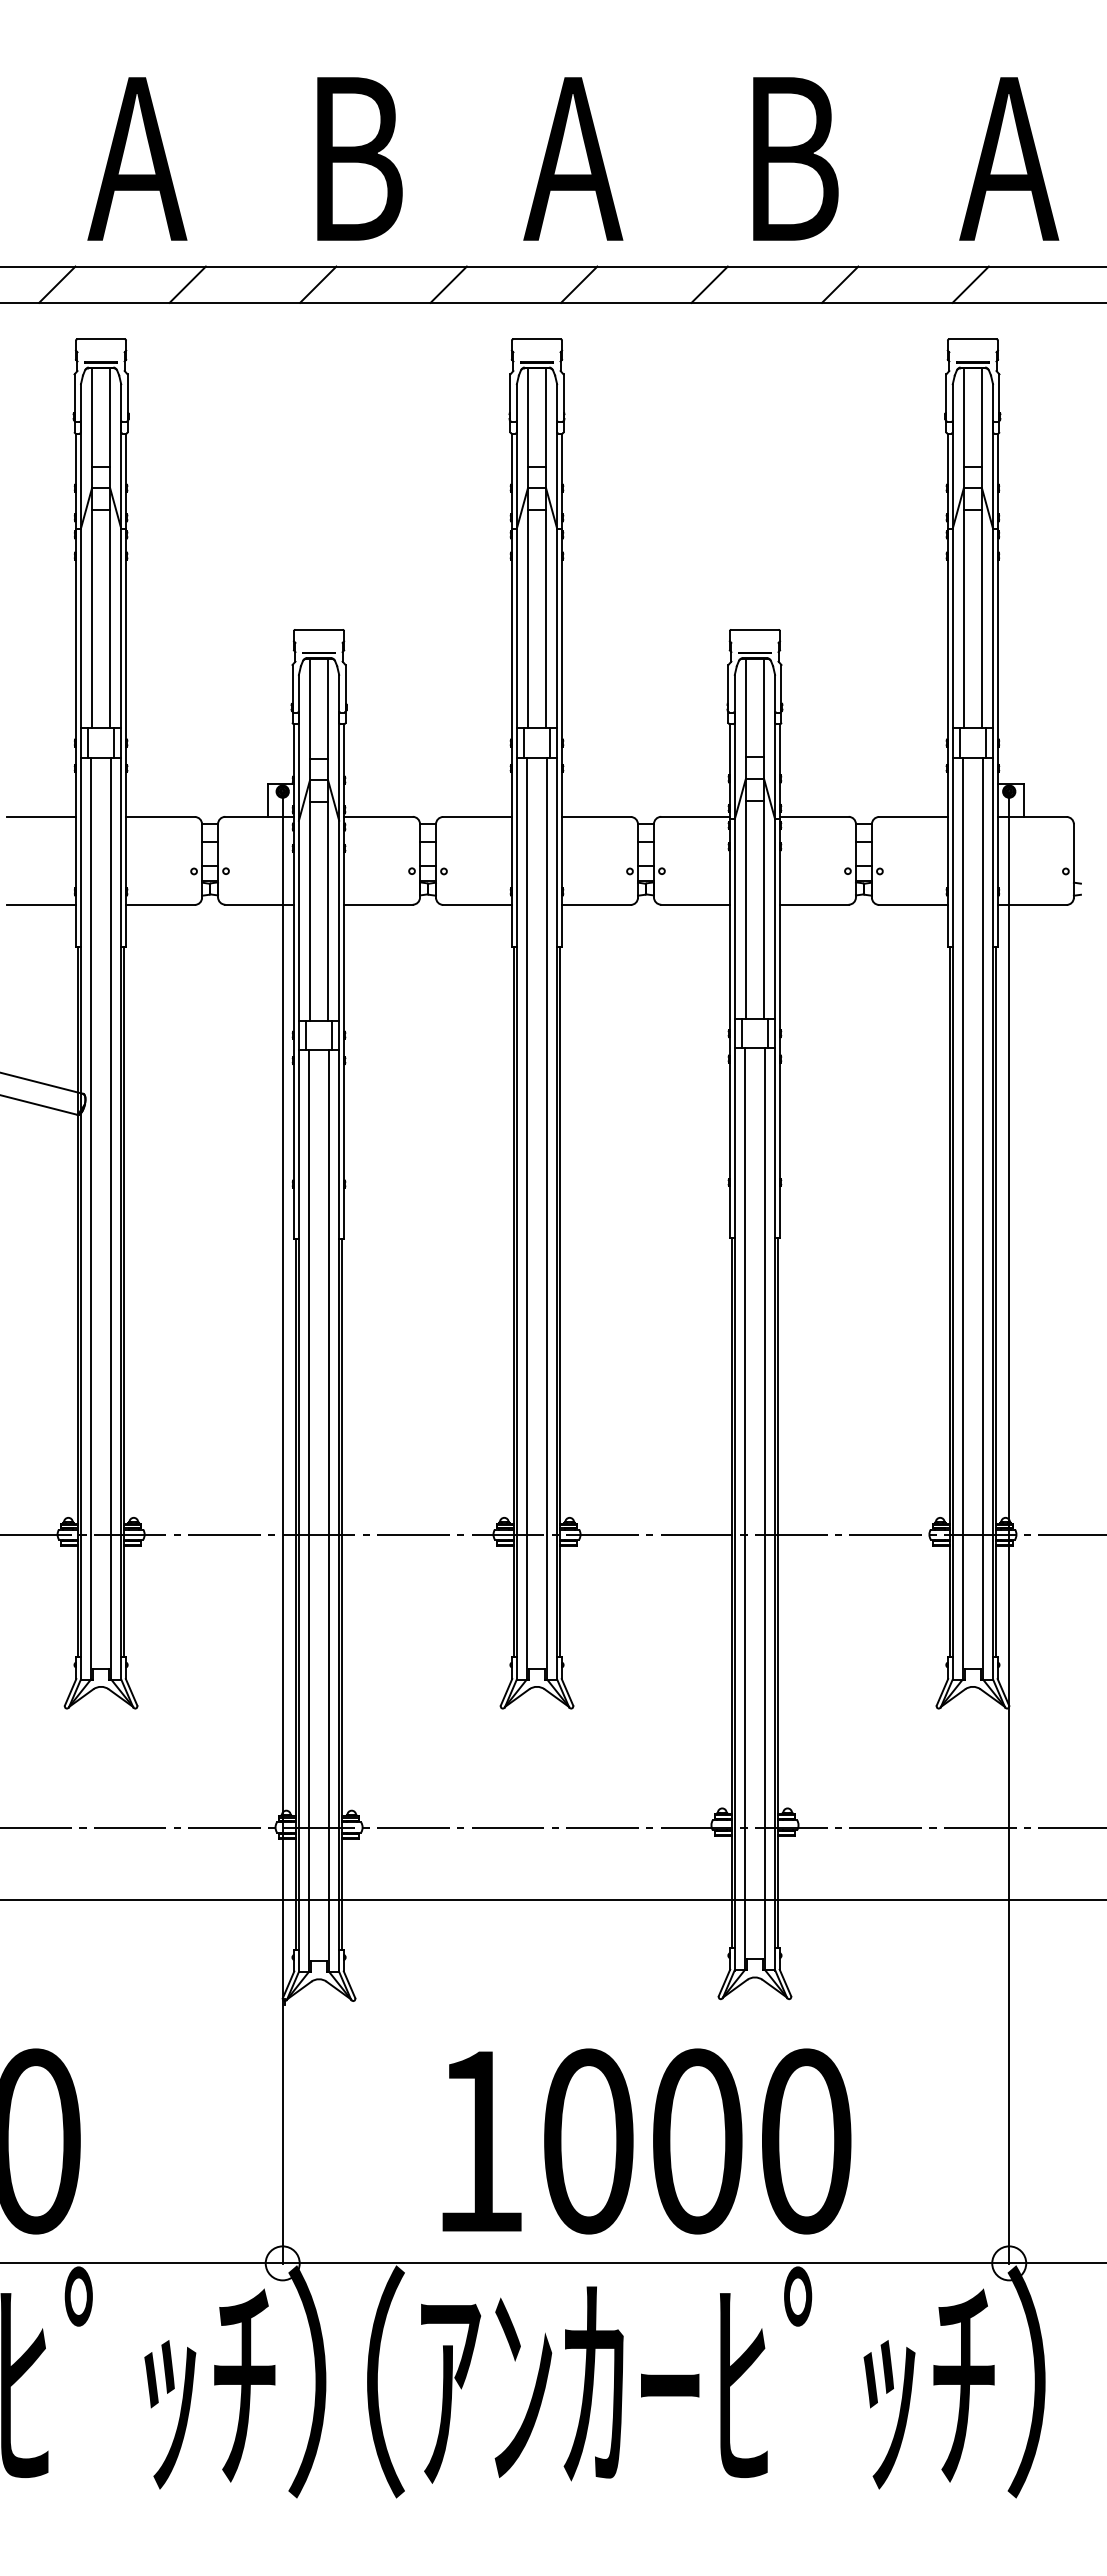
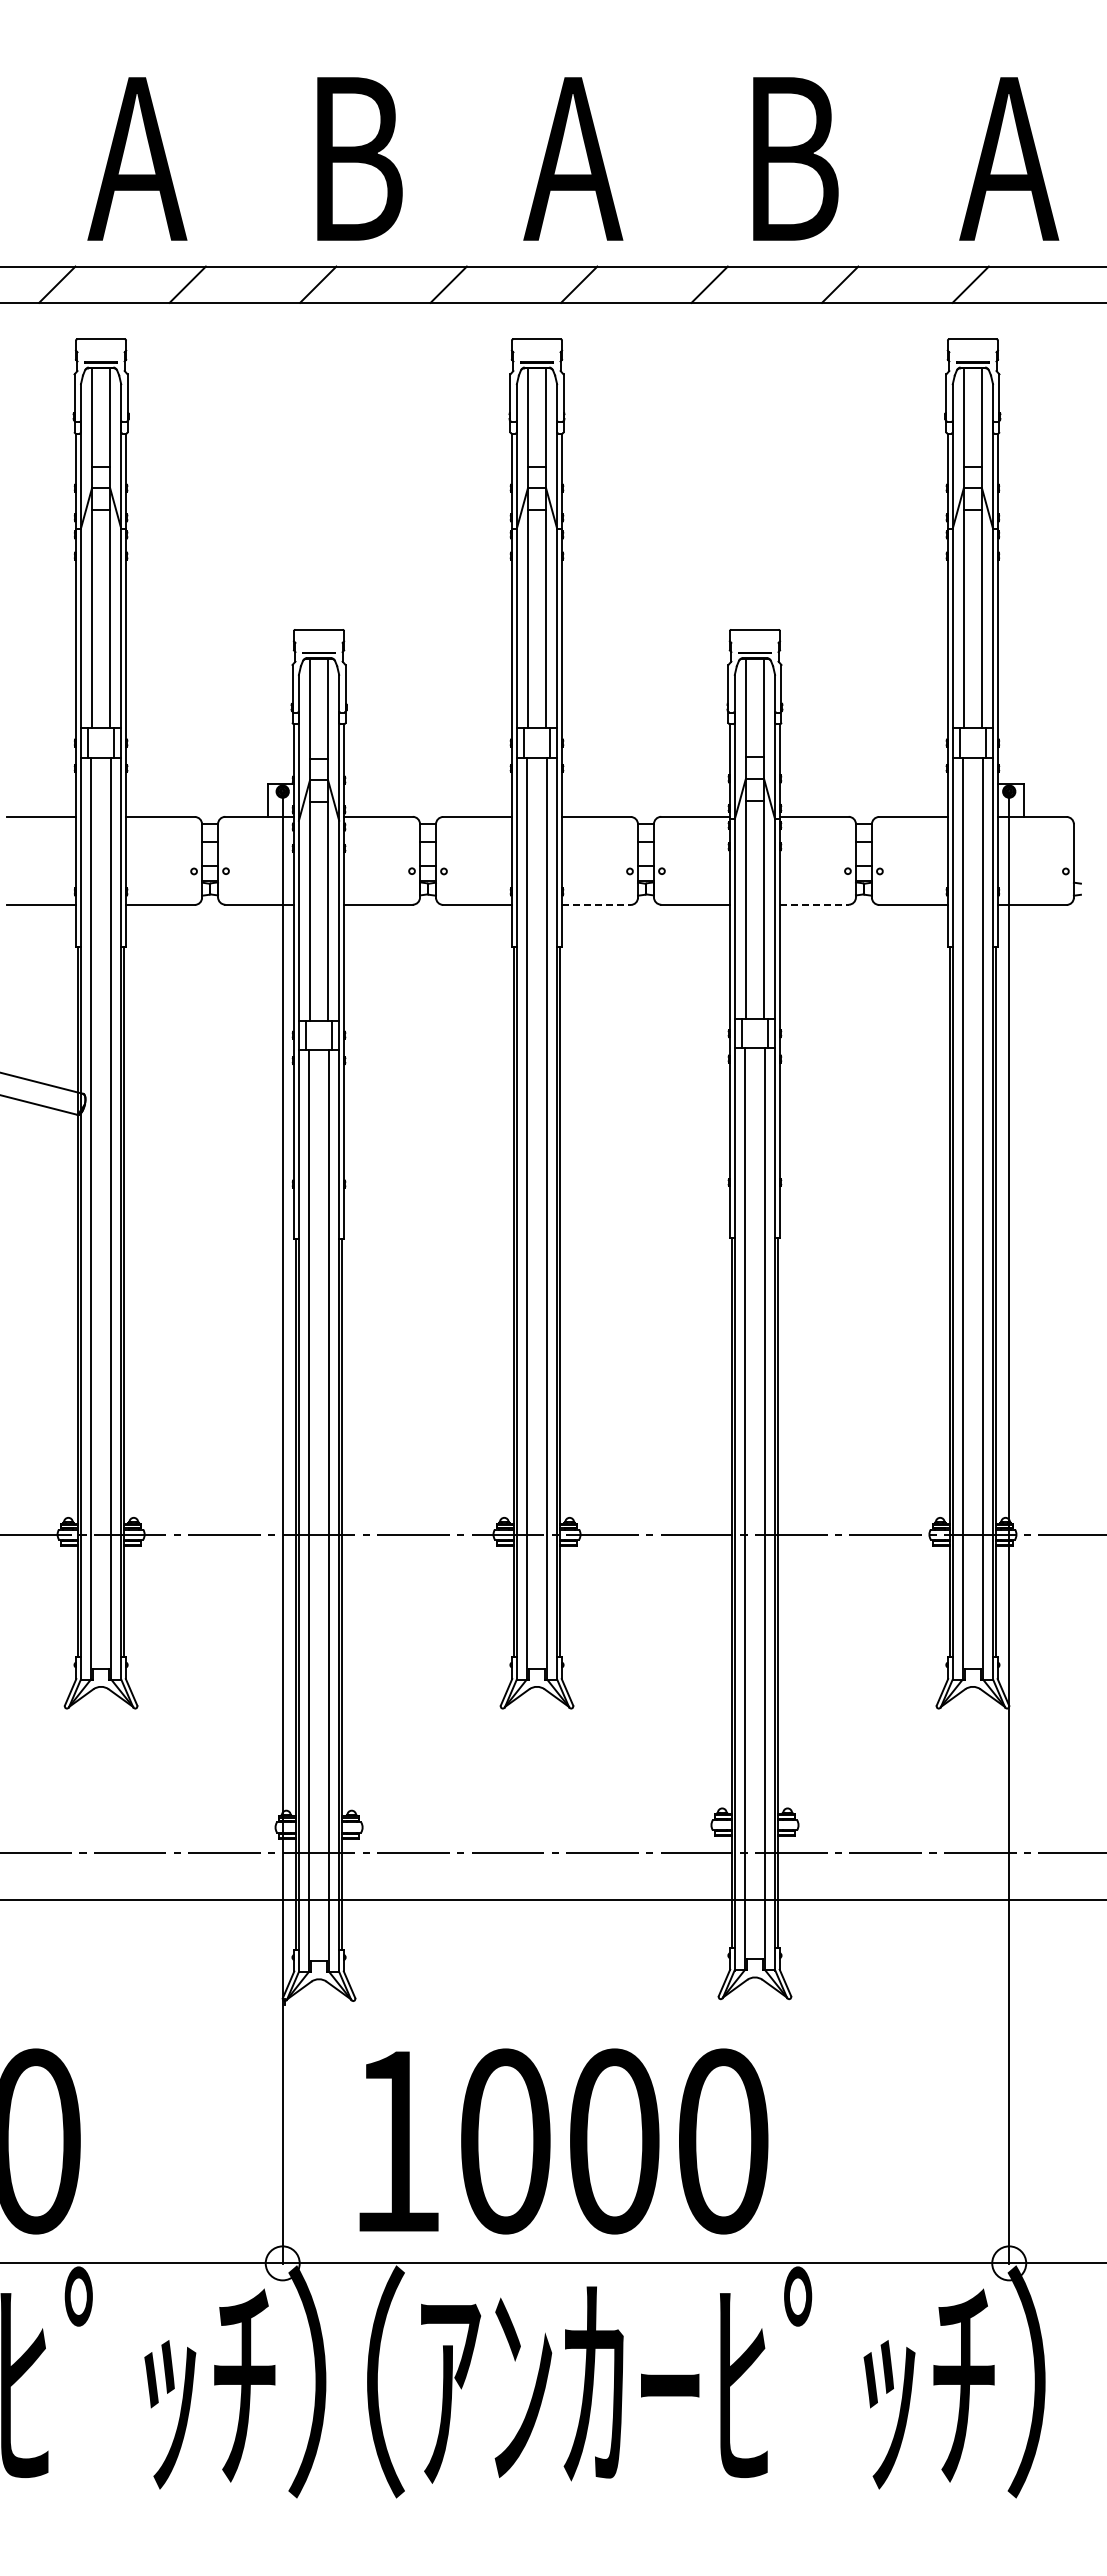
line at (597, 904): solid -> dashed
line at (814, 904): solid -> dashed
line at (552, 1827) position: (552, 1827) -> (552, 1852)
text at (646, 2141) position: (646, 2141) -> (563, 2141)
